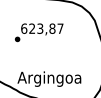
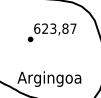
text at (38, 32) position: (38, 32) -> (51, 32)
